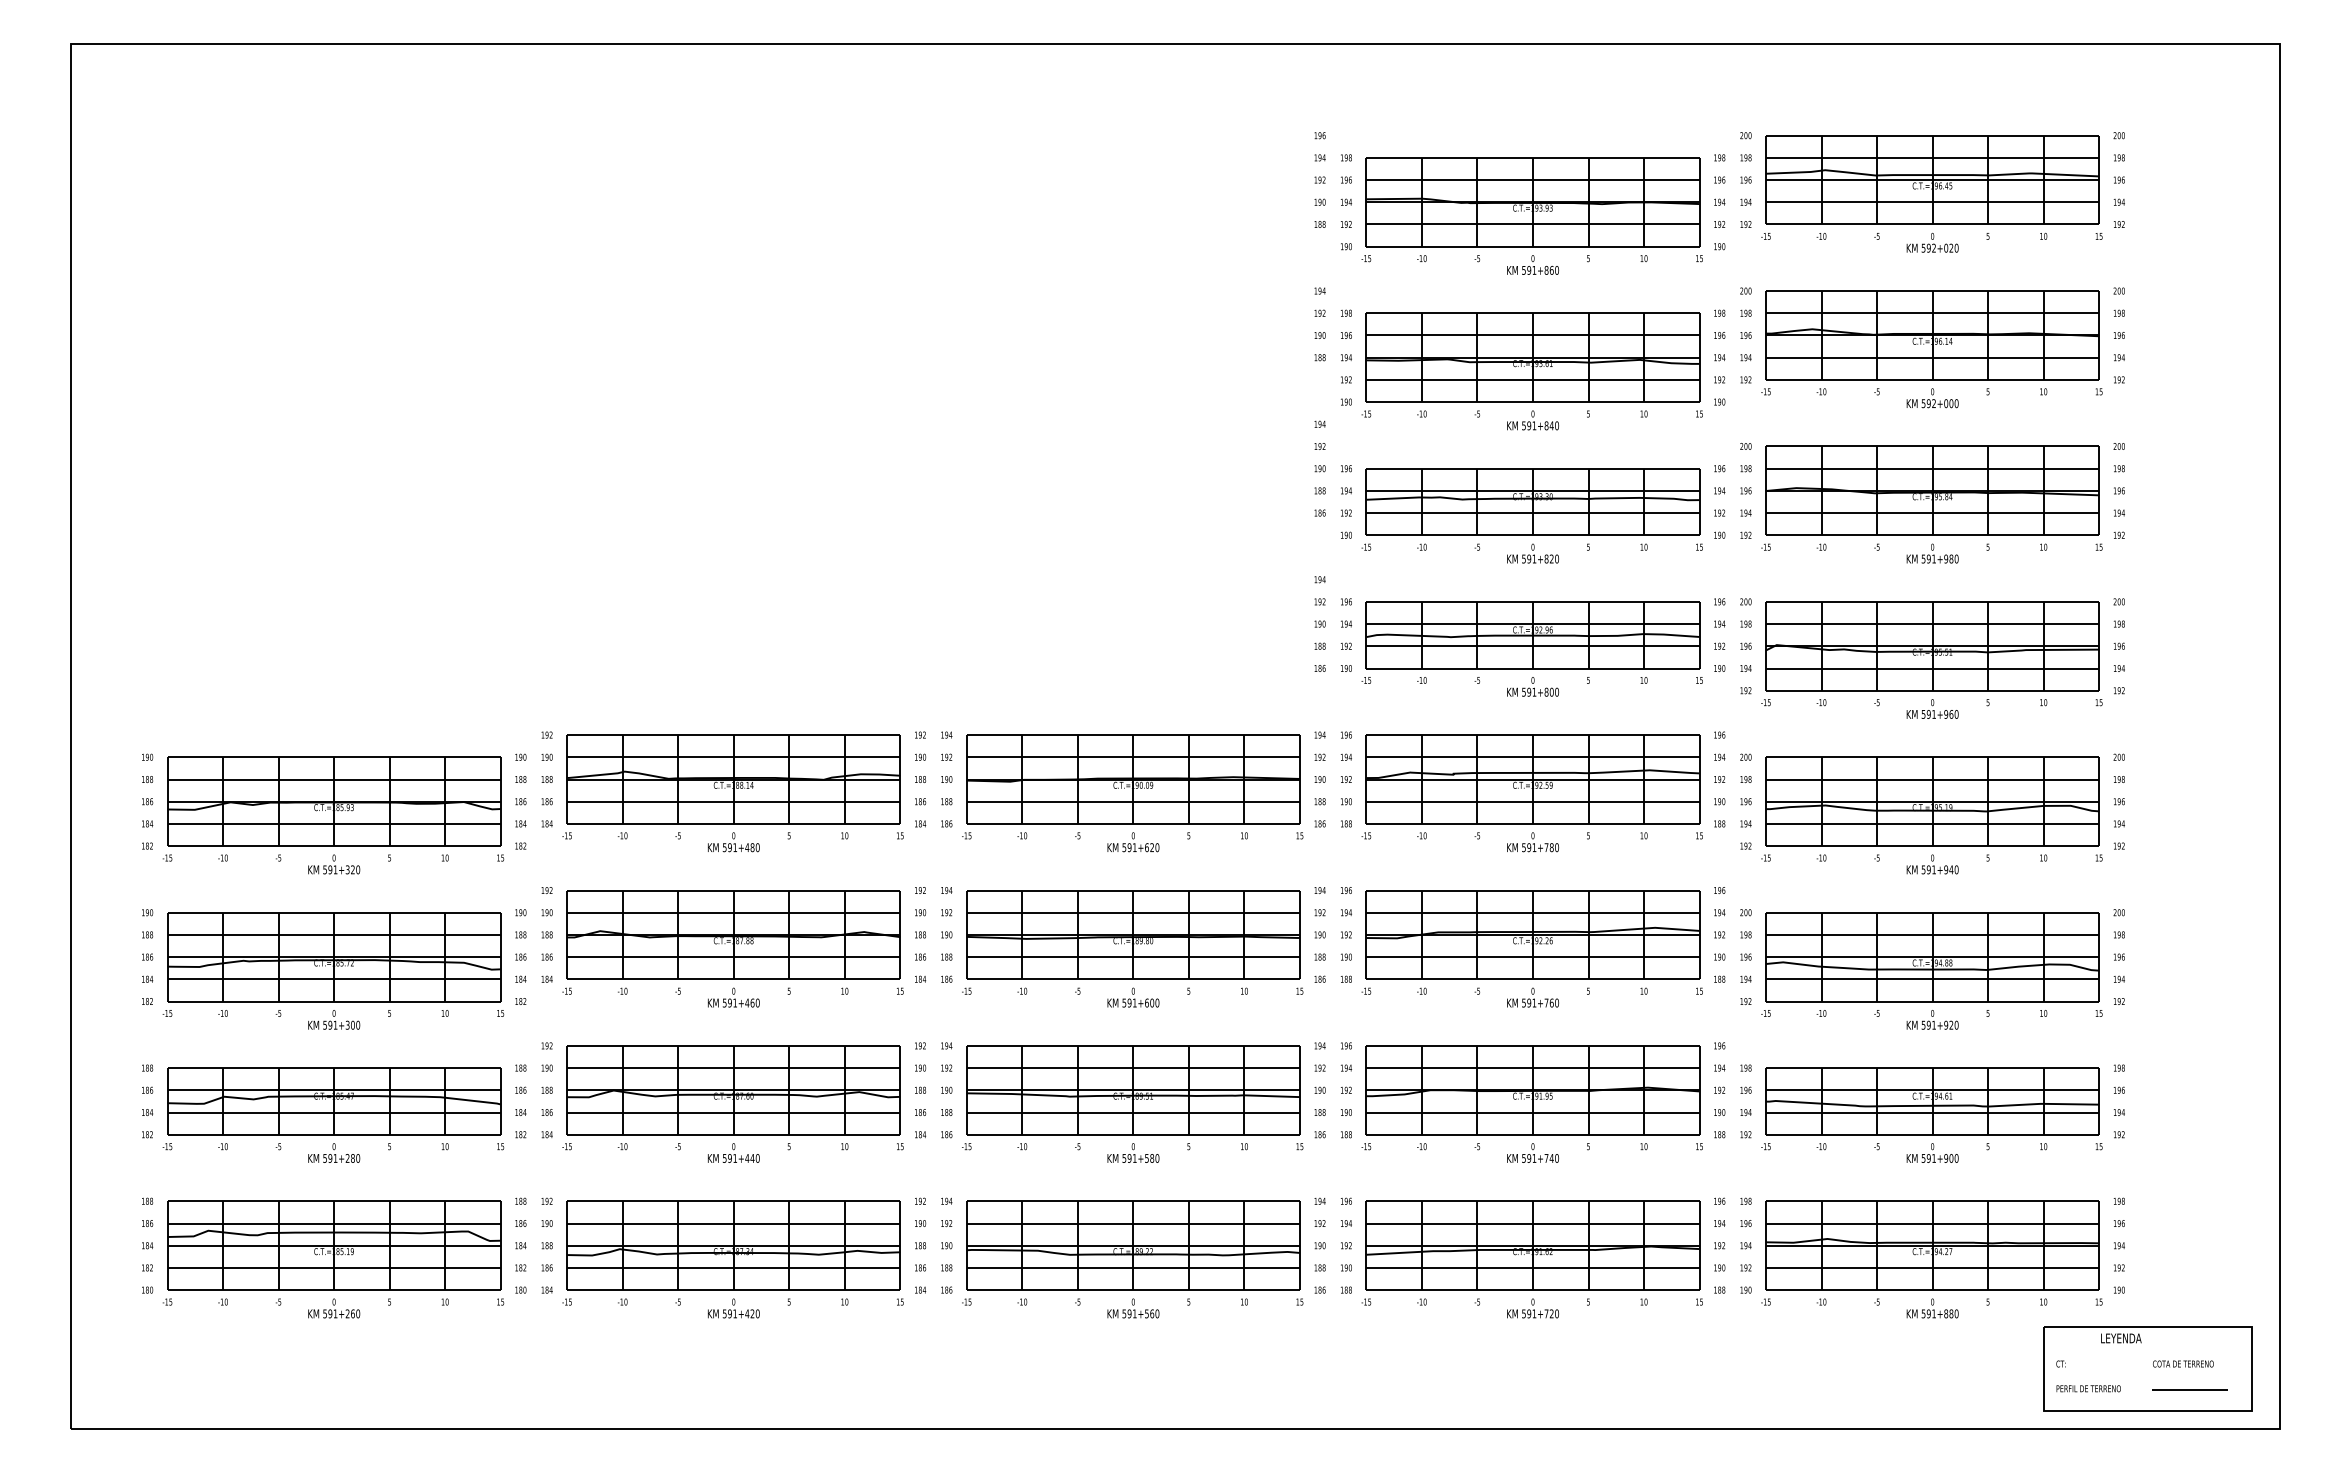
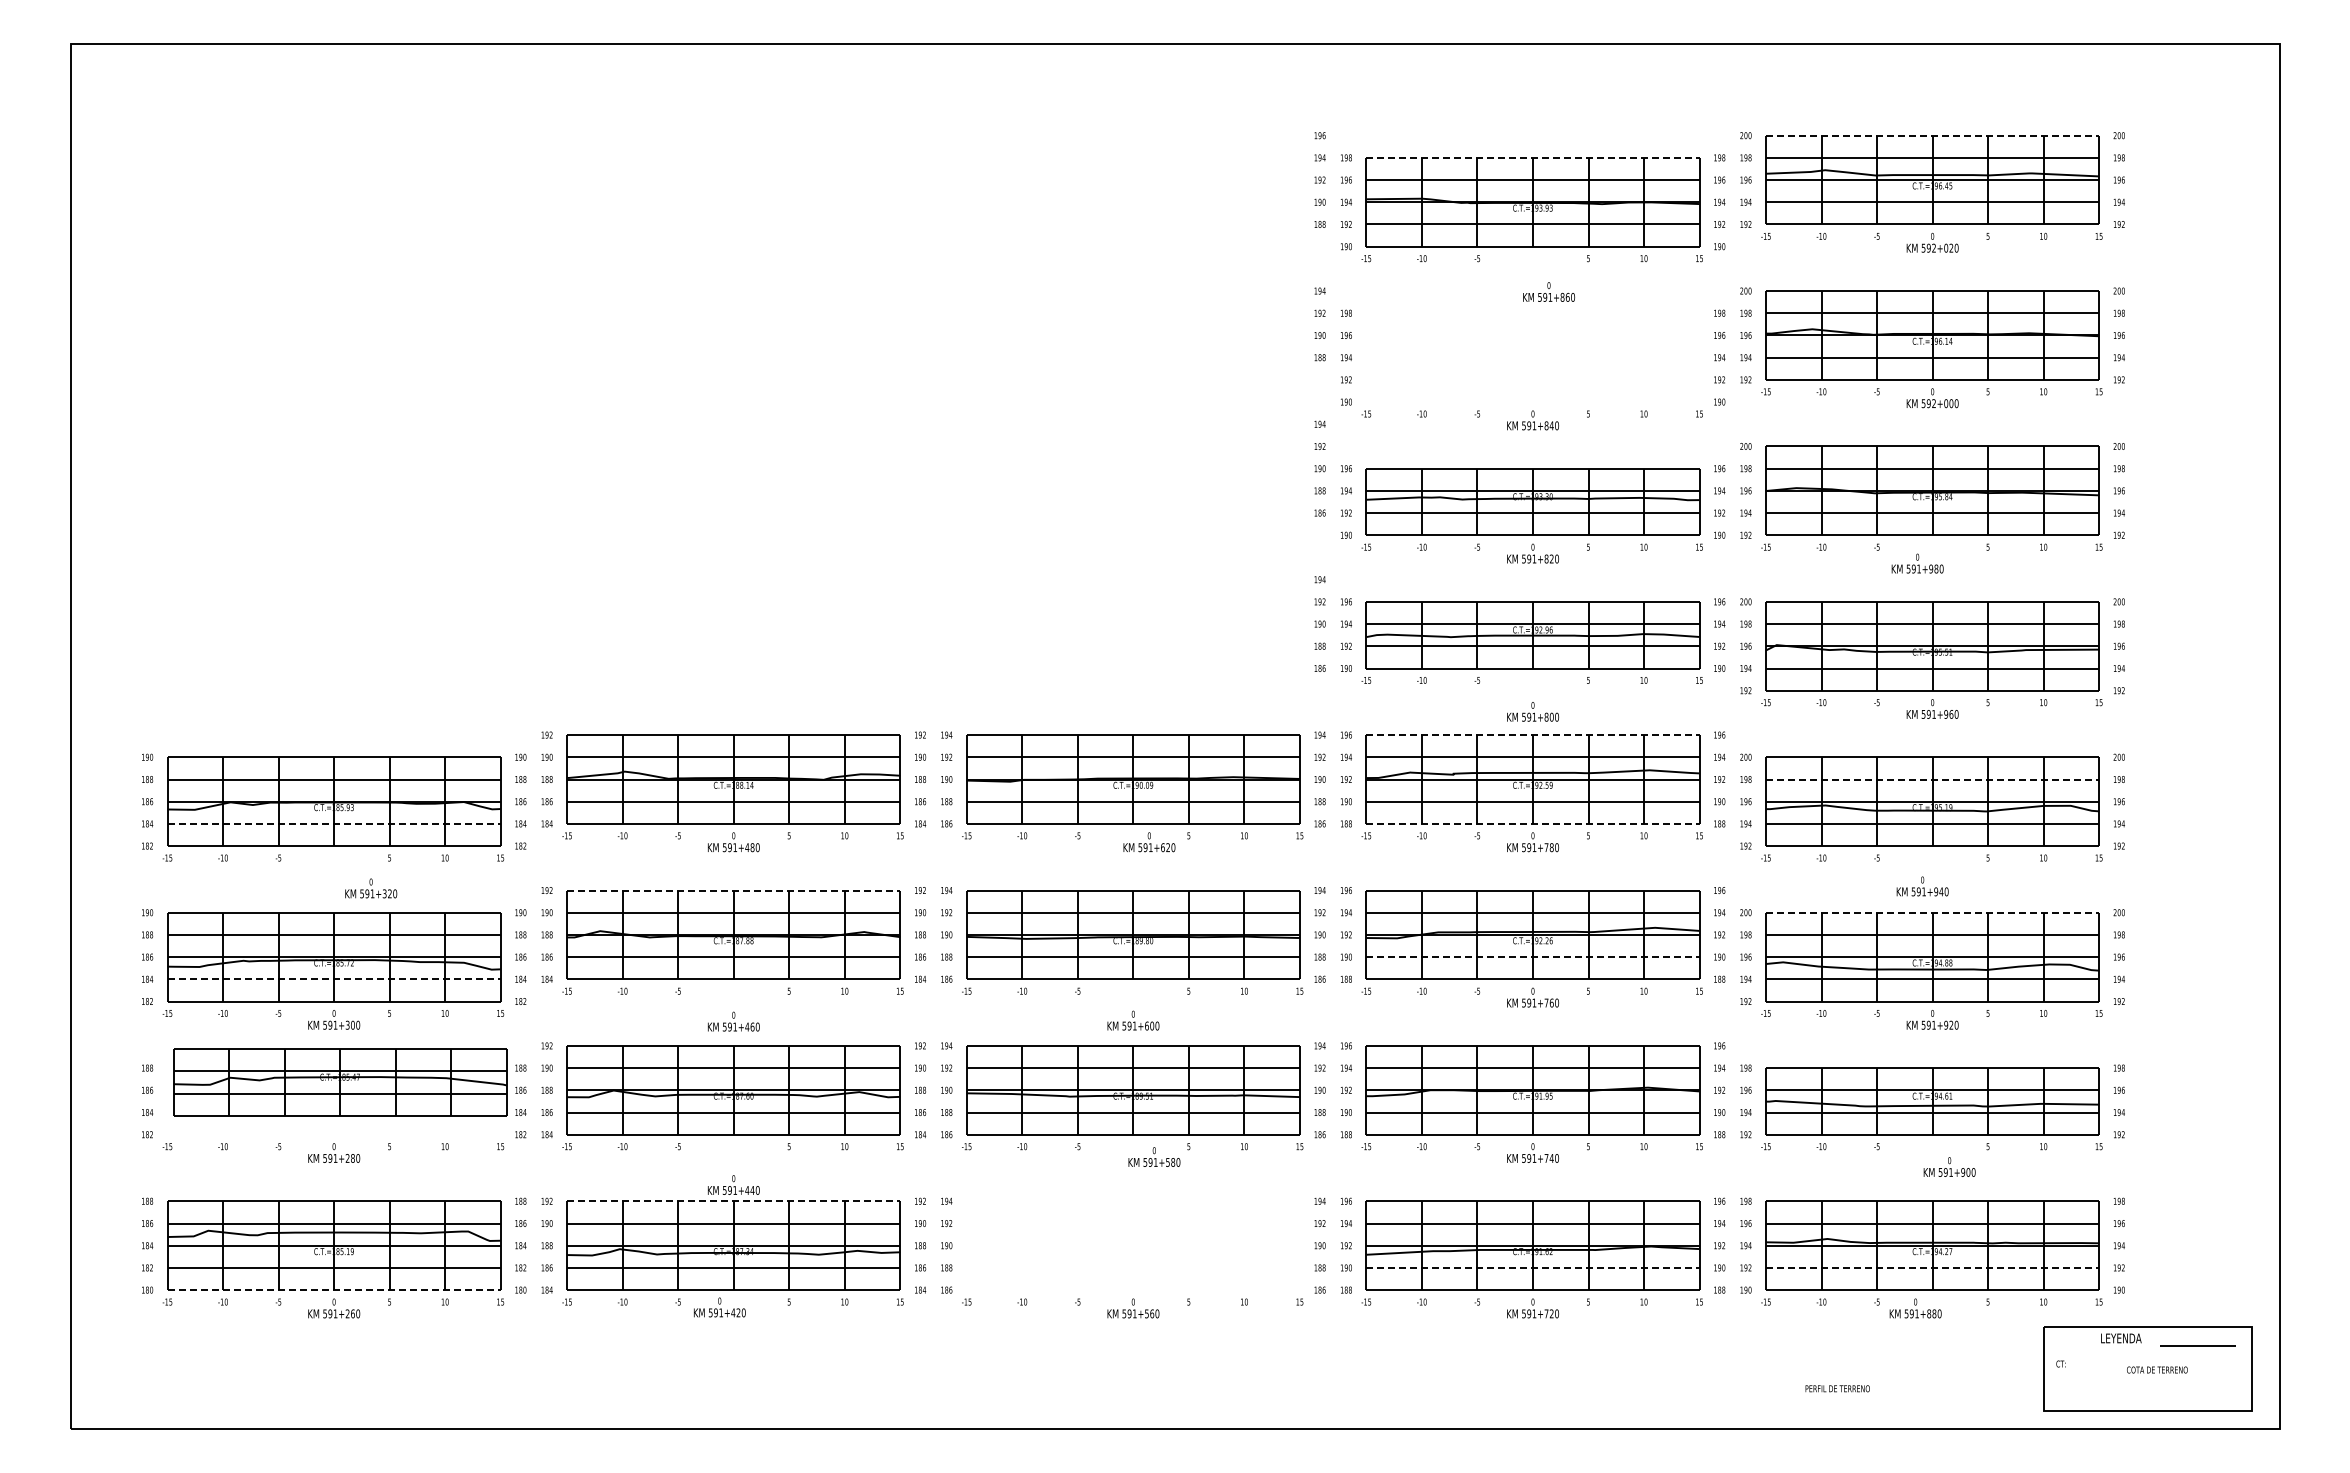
line at (1932, 135): solid -> dashed
line at (1532, 157): solid -> dashed
text at (1532, 264) position: (1532, 264) -> (1548, 291)
part at (1532, 357): present -> none
text at (1932, 553) position: (1932, 553) -> (1917, 563)
text at (1532, 686) position: (1532, 686) -> (1532, 711)
line at (1532, 735): solid -> dashed
line at (1932, 779): solid -> dashed
line at (334, 823): solid -> dashed
line at (1532, 823): solid -> dashed
text at (1133, 842) position: (1133, 842) -> (1149, 842)
text at (334, 864) position: (334, 864) -> (371, 888)
text at (1932, 864) position: (1932, 864) -> (1922, 886)
line at (733, 890): solid -> dashed
line at (1932, 912): solid -> dashed
line at (1532, 957): solid -> dashed
line at (334, 979): solid -> dashed
text at (733, 997) position: (733, 997) -> (733, 1021)
text at (1133, 997) position: (1133, 997) -> (1133, 1020)
part at (334, 1101) position: (334, 1101) -> (340, 1082)
text at (733, 1152) position: (733, 1152) -> (733, 1184)
text at (1133, 1152) position: (1133, 1152) -> (1154, 1156)
text at (1932, 1152) position: (1932, 1152) -> (1949, 1166)
line at (733, 1201): solid -> dashed
part at (1133, 1245): present -> none
line at (1532, 1267): solid -> dashed
line at (1932, 1267): solid -> dashed
line at (334, 1290): solid -> dashed
text at (733, 1308) position: (733, 1308) -> (719, 1307)
text at (1932, 1308) position: (1932, 1308) -> (1915, 1308)
text at (2183, 1363) position: (2183, 1363) -> (2157, 1369)
text at (2088, 1388) position: (2088, 1388) -> (1837, 1388)
line at (2189, 1389) position: (2189, 1389) -> (2197, 1345)
